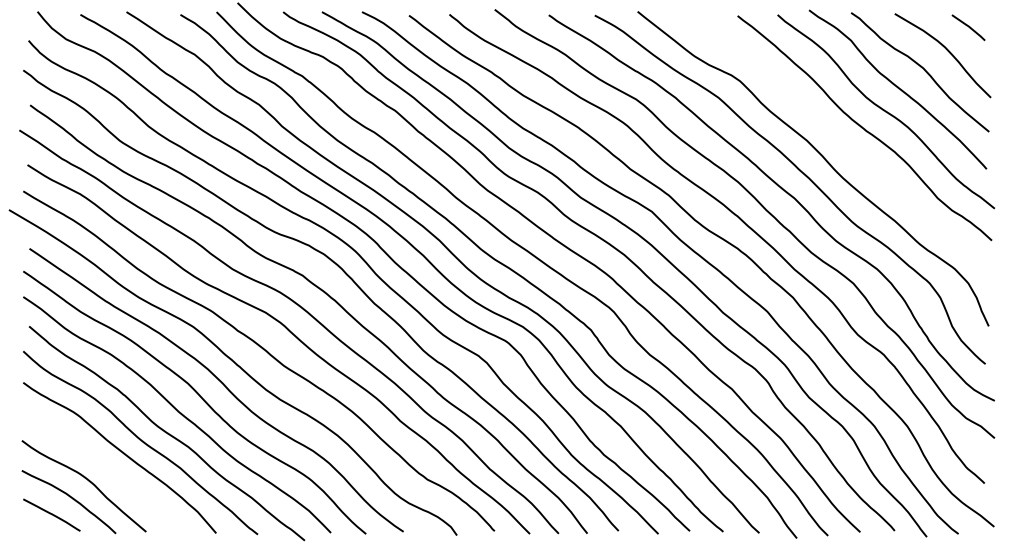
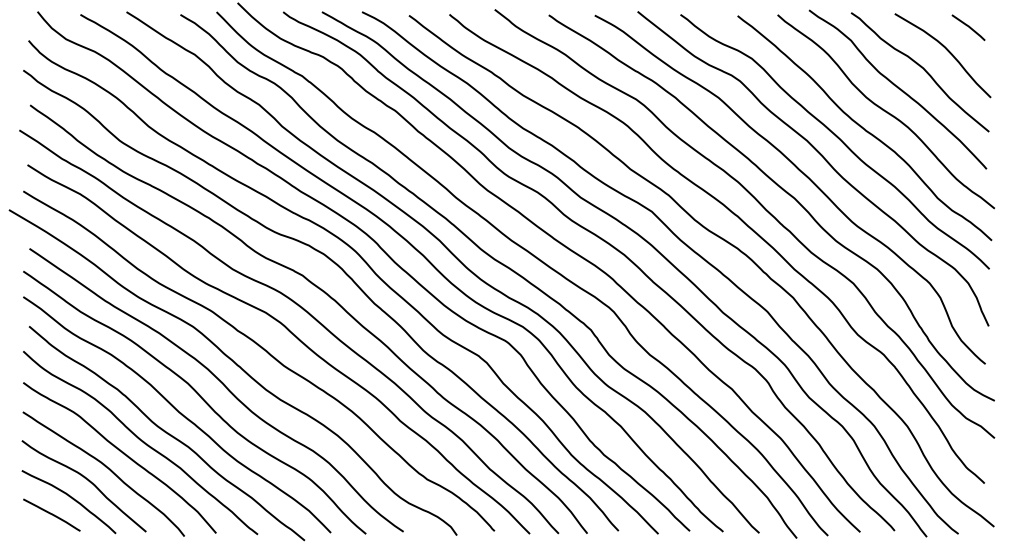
curve at (837, 138): none -> present
curve at (105, 467): none -> present
